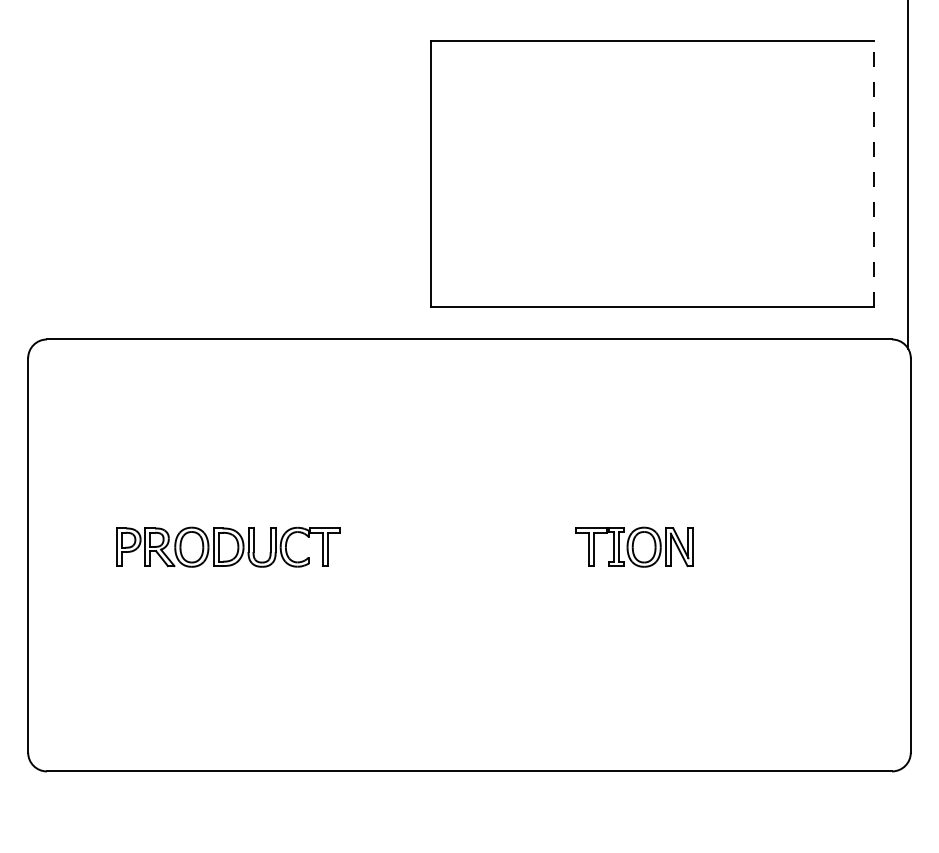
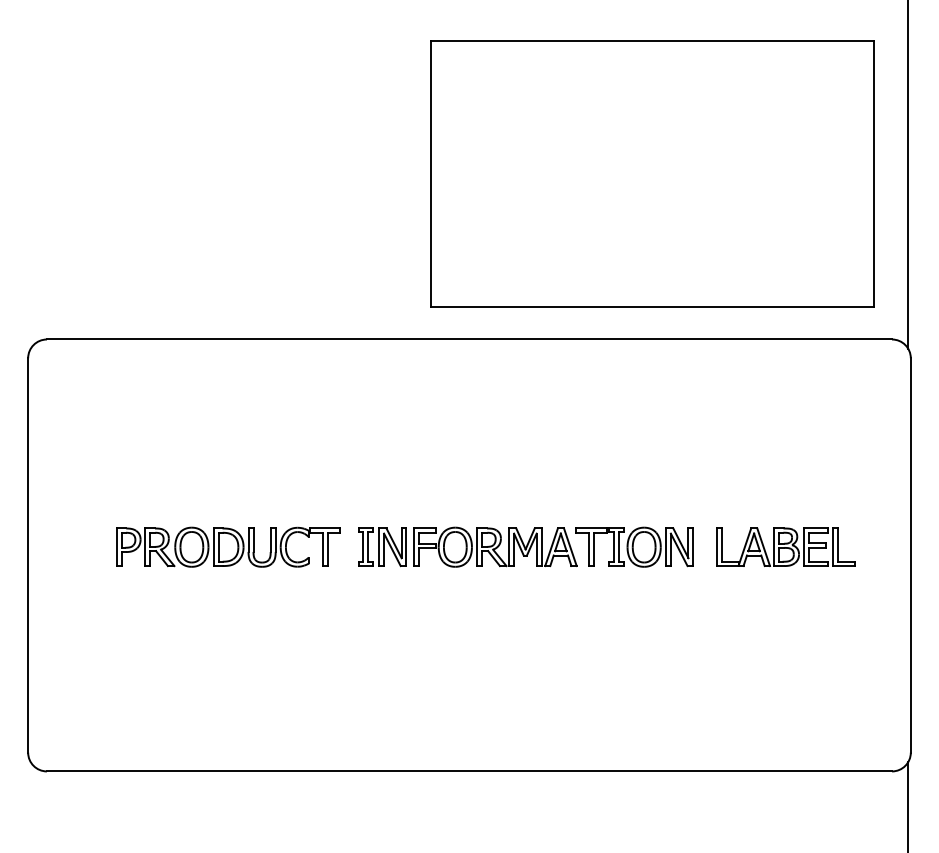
line at (873, 174): dashed -> solid
part at (467, 546): none -> present
part at (785, 546): none -> present
line at (908, 805): none -> present
